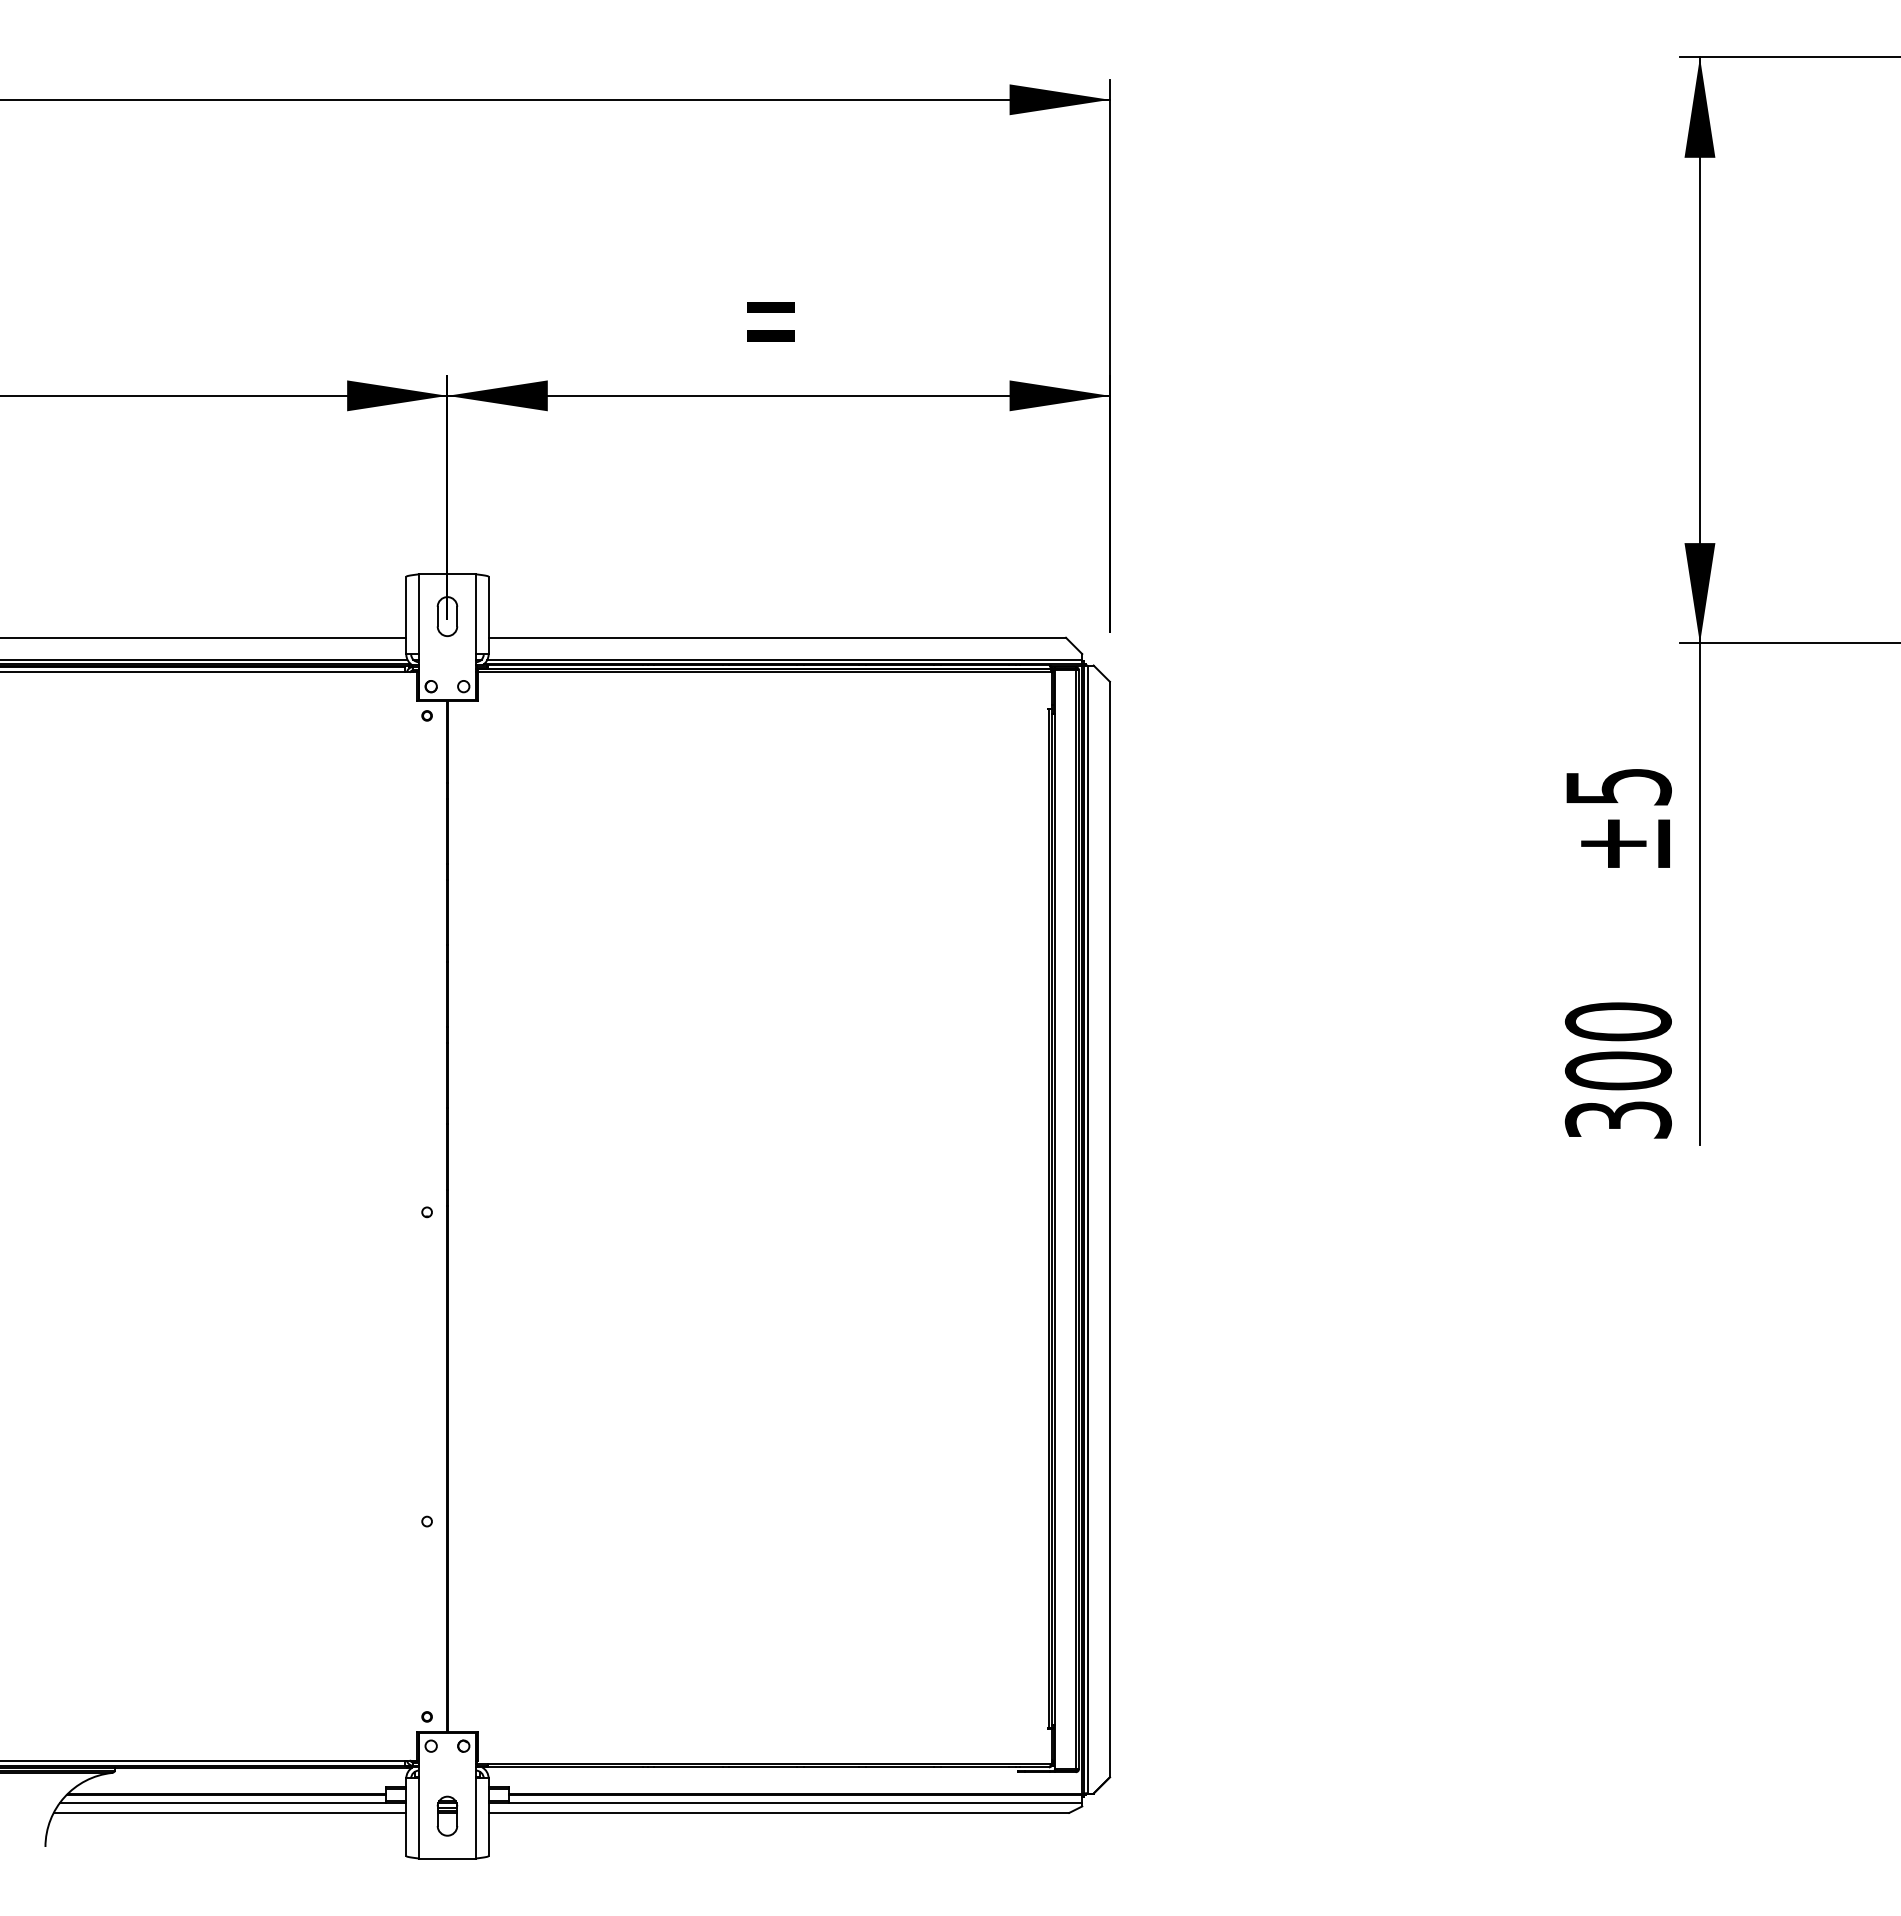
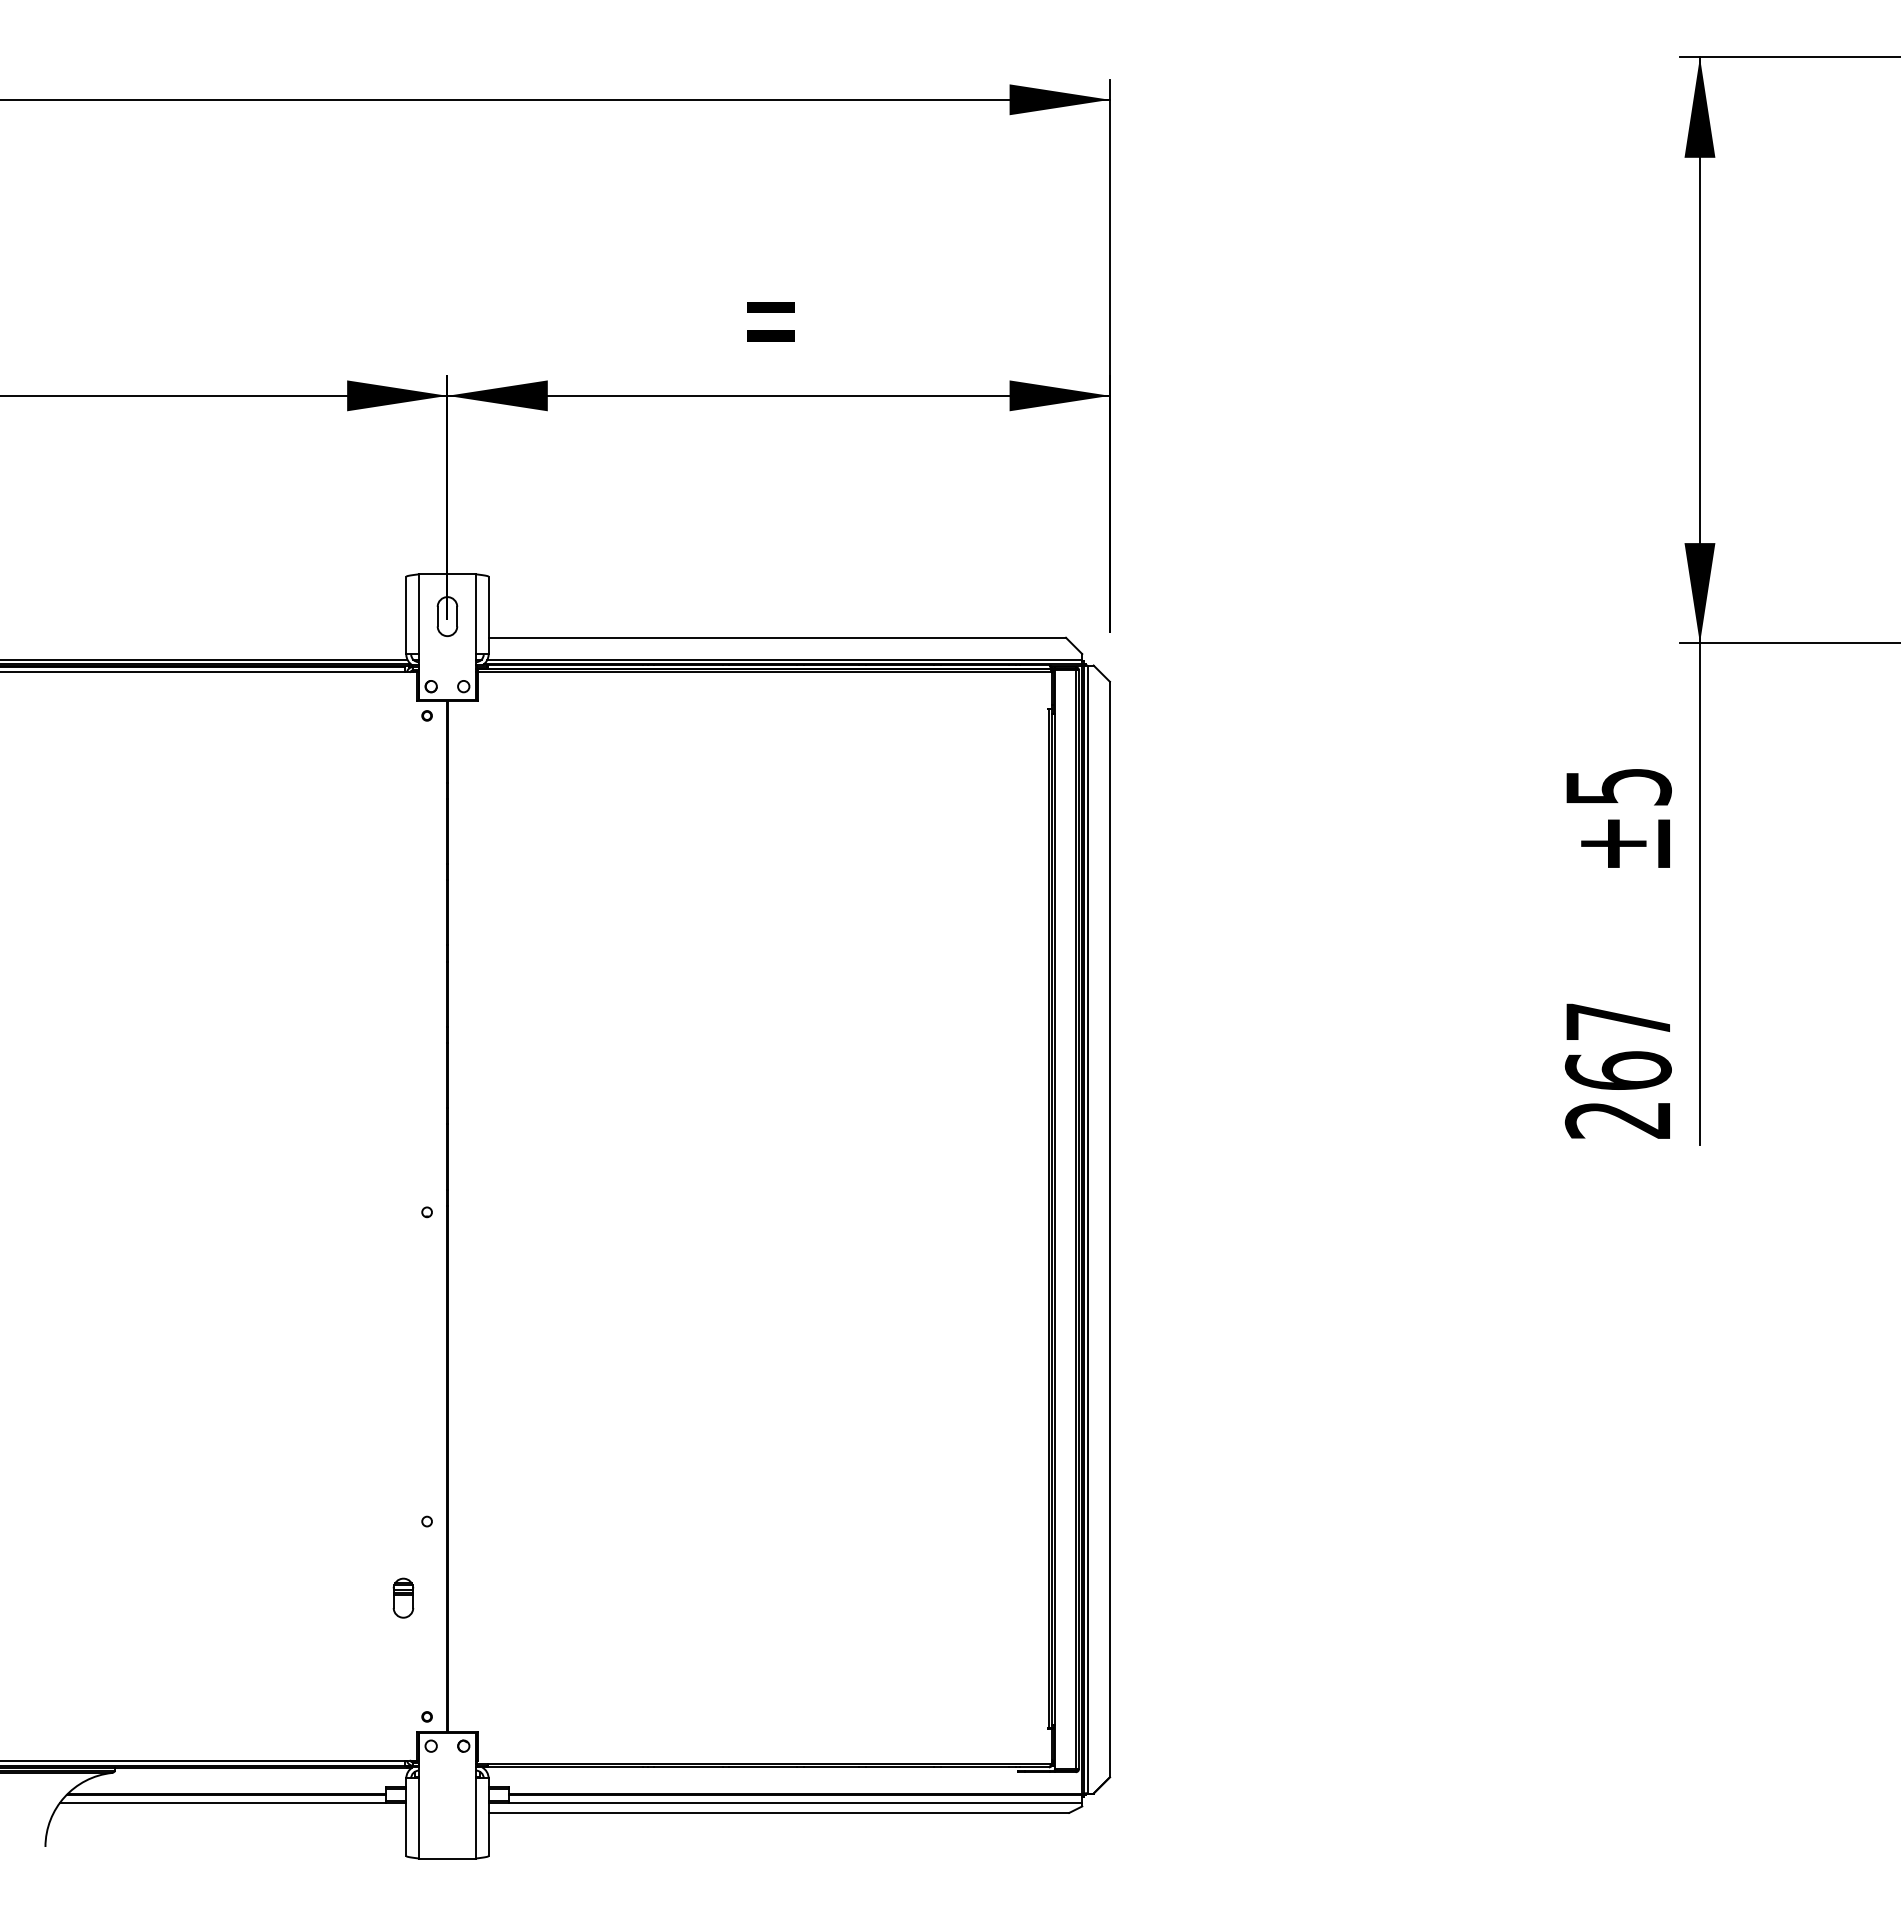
line at (204, 637): present -> none
text at (1617, 1070): 300 -> 267
line at (229, 1812): present -> none
part at (447, 1815) position: (447, 1815) -> (403, 1597)
